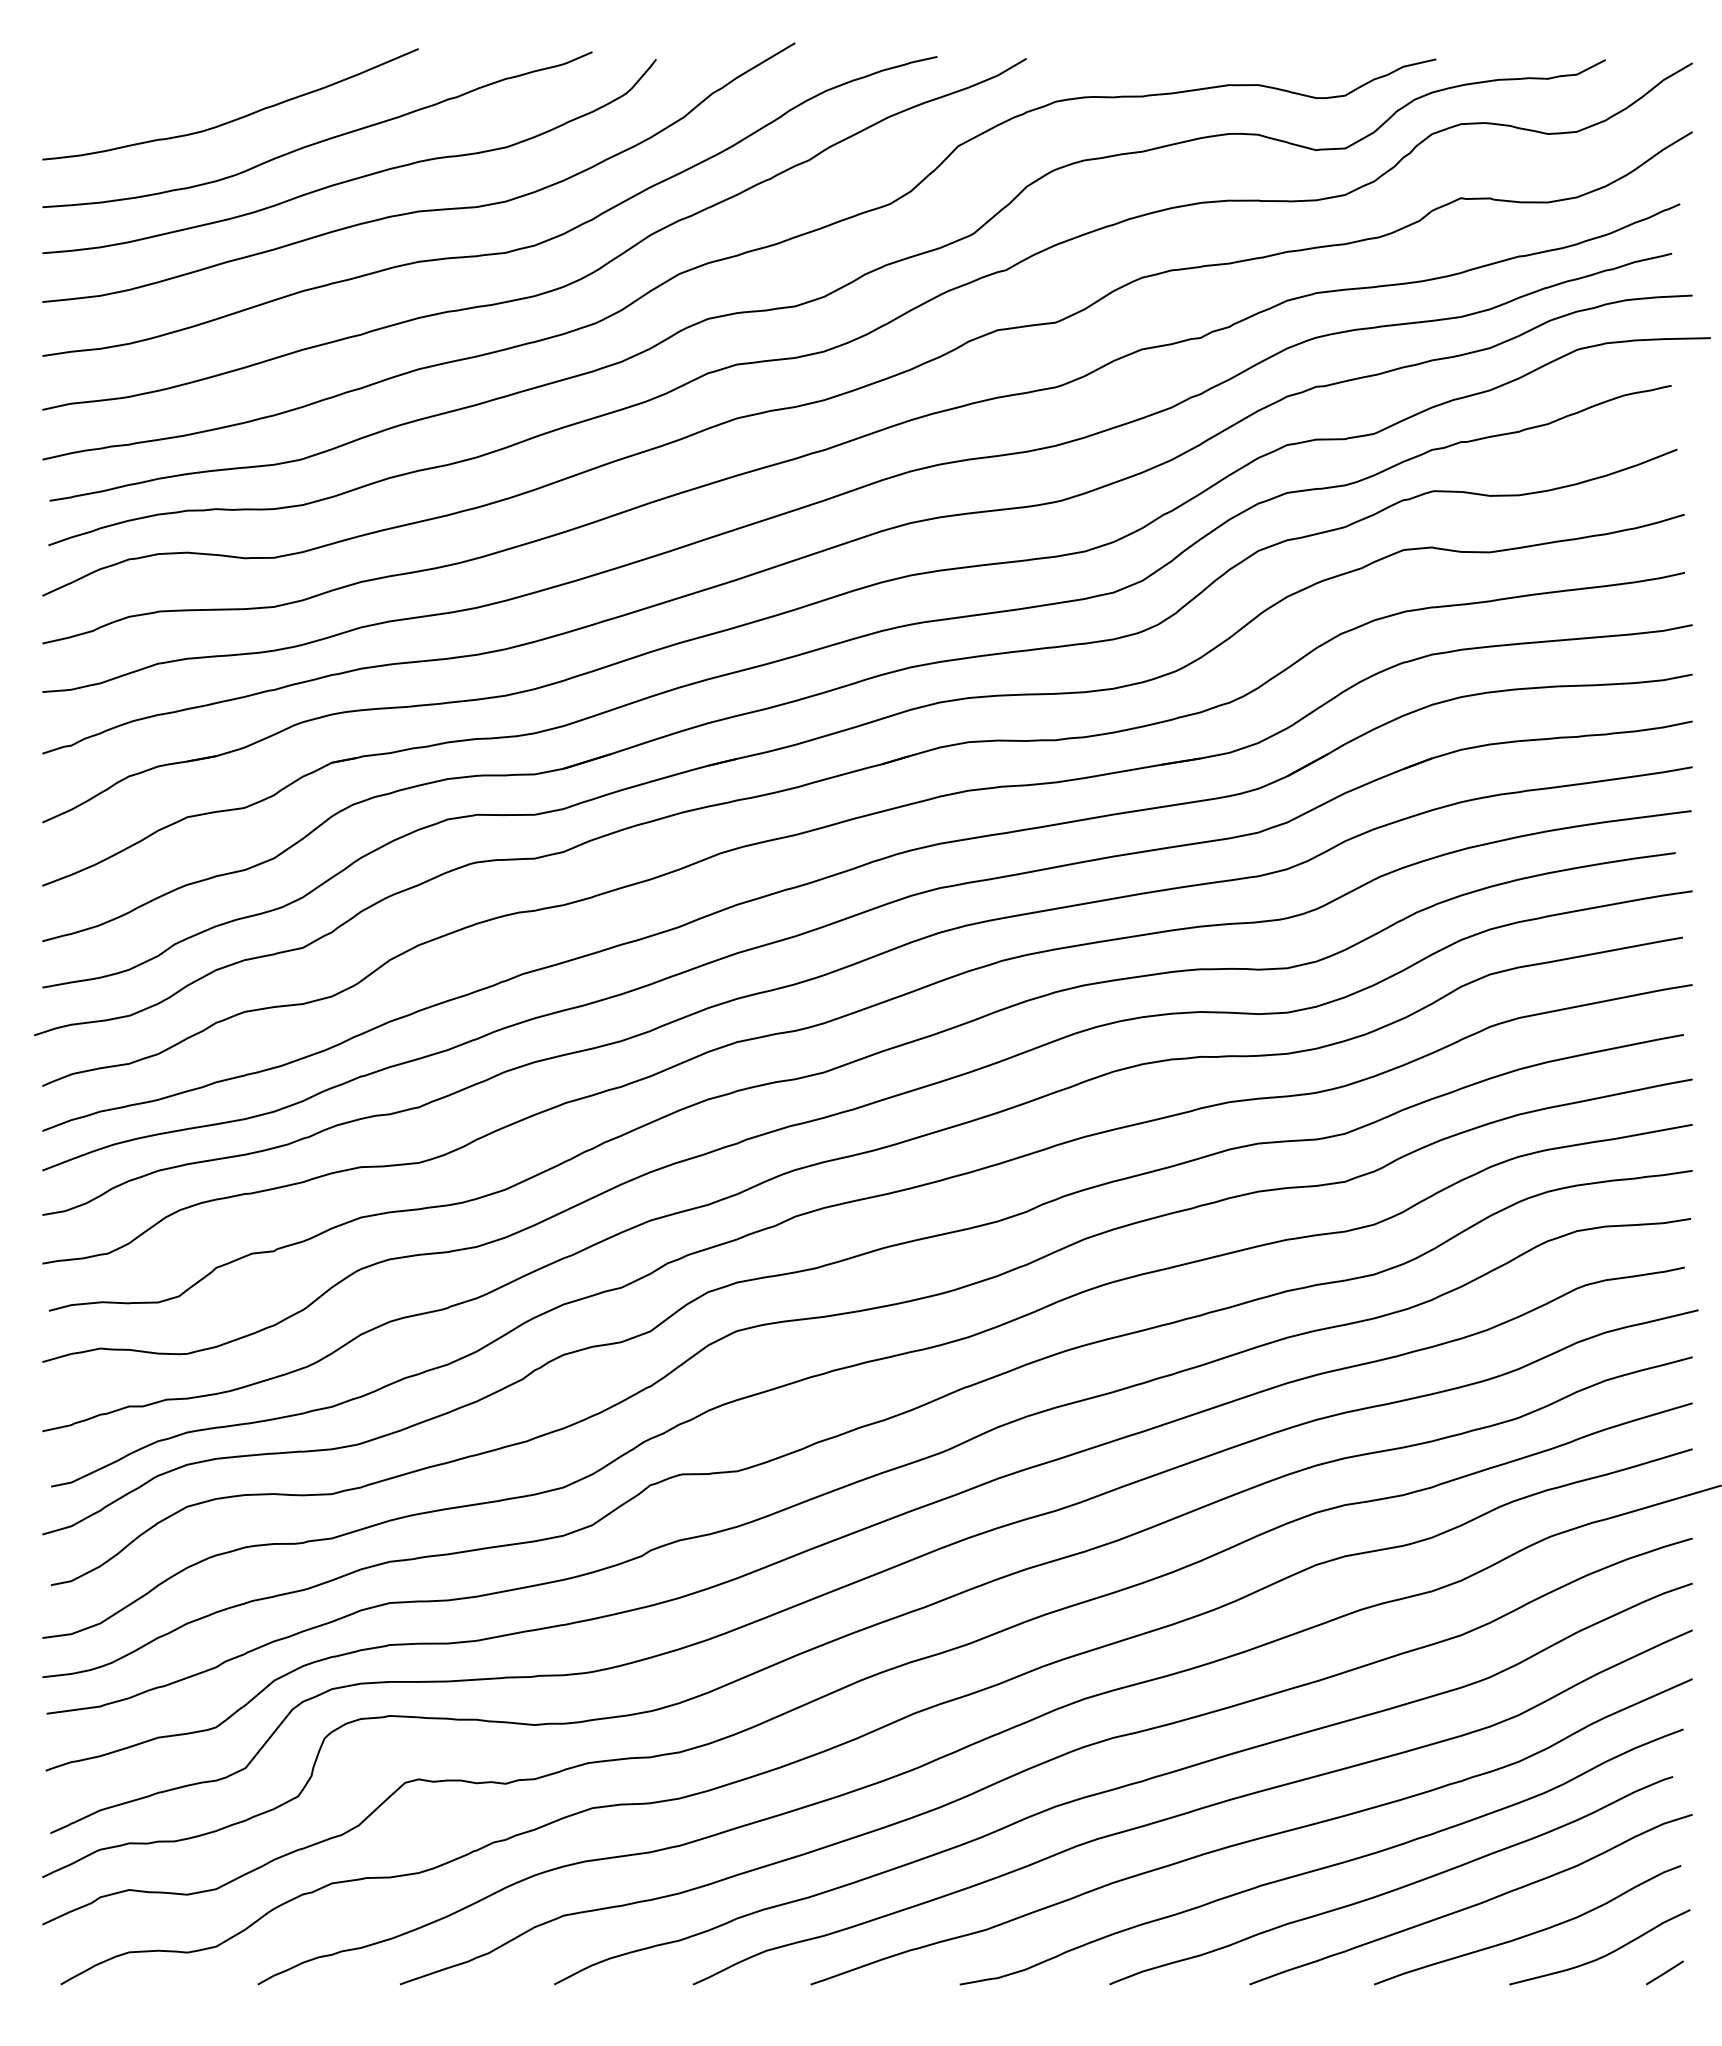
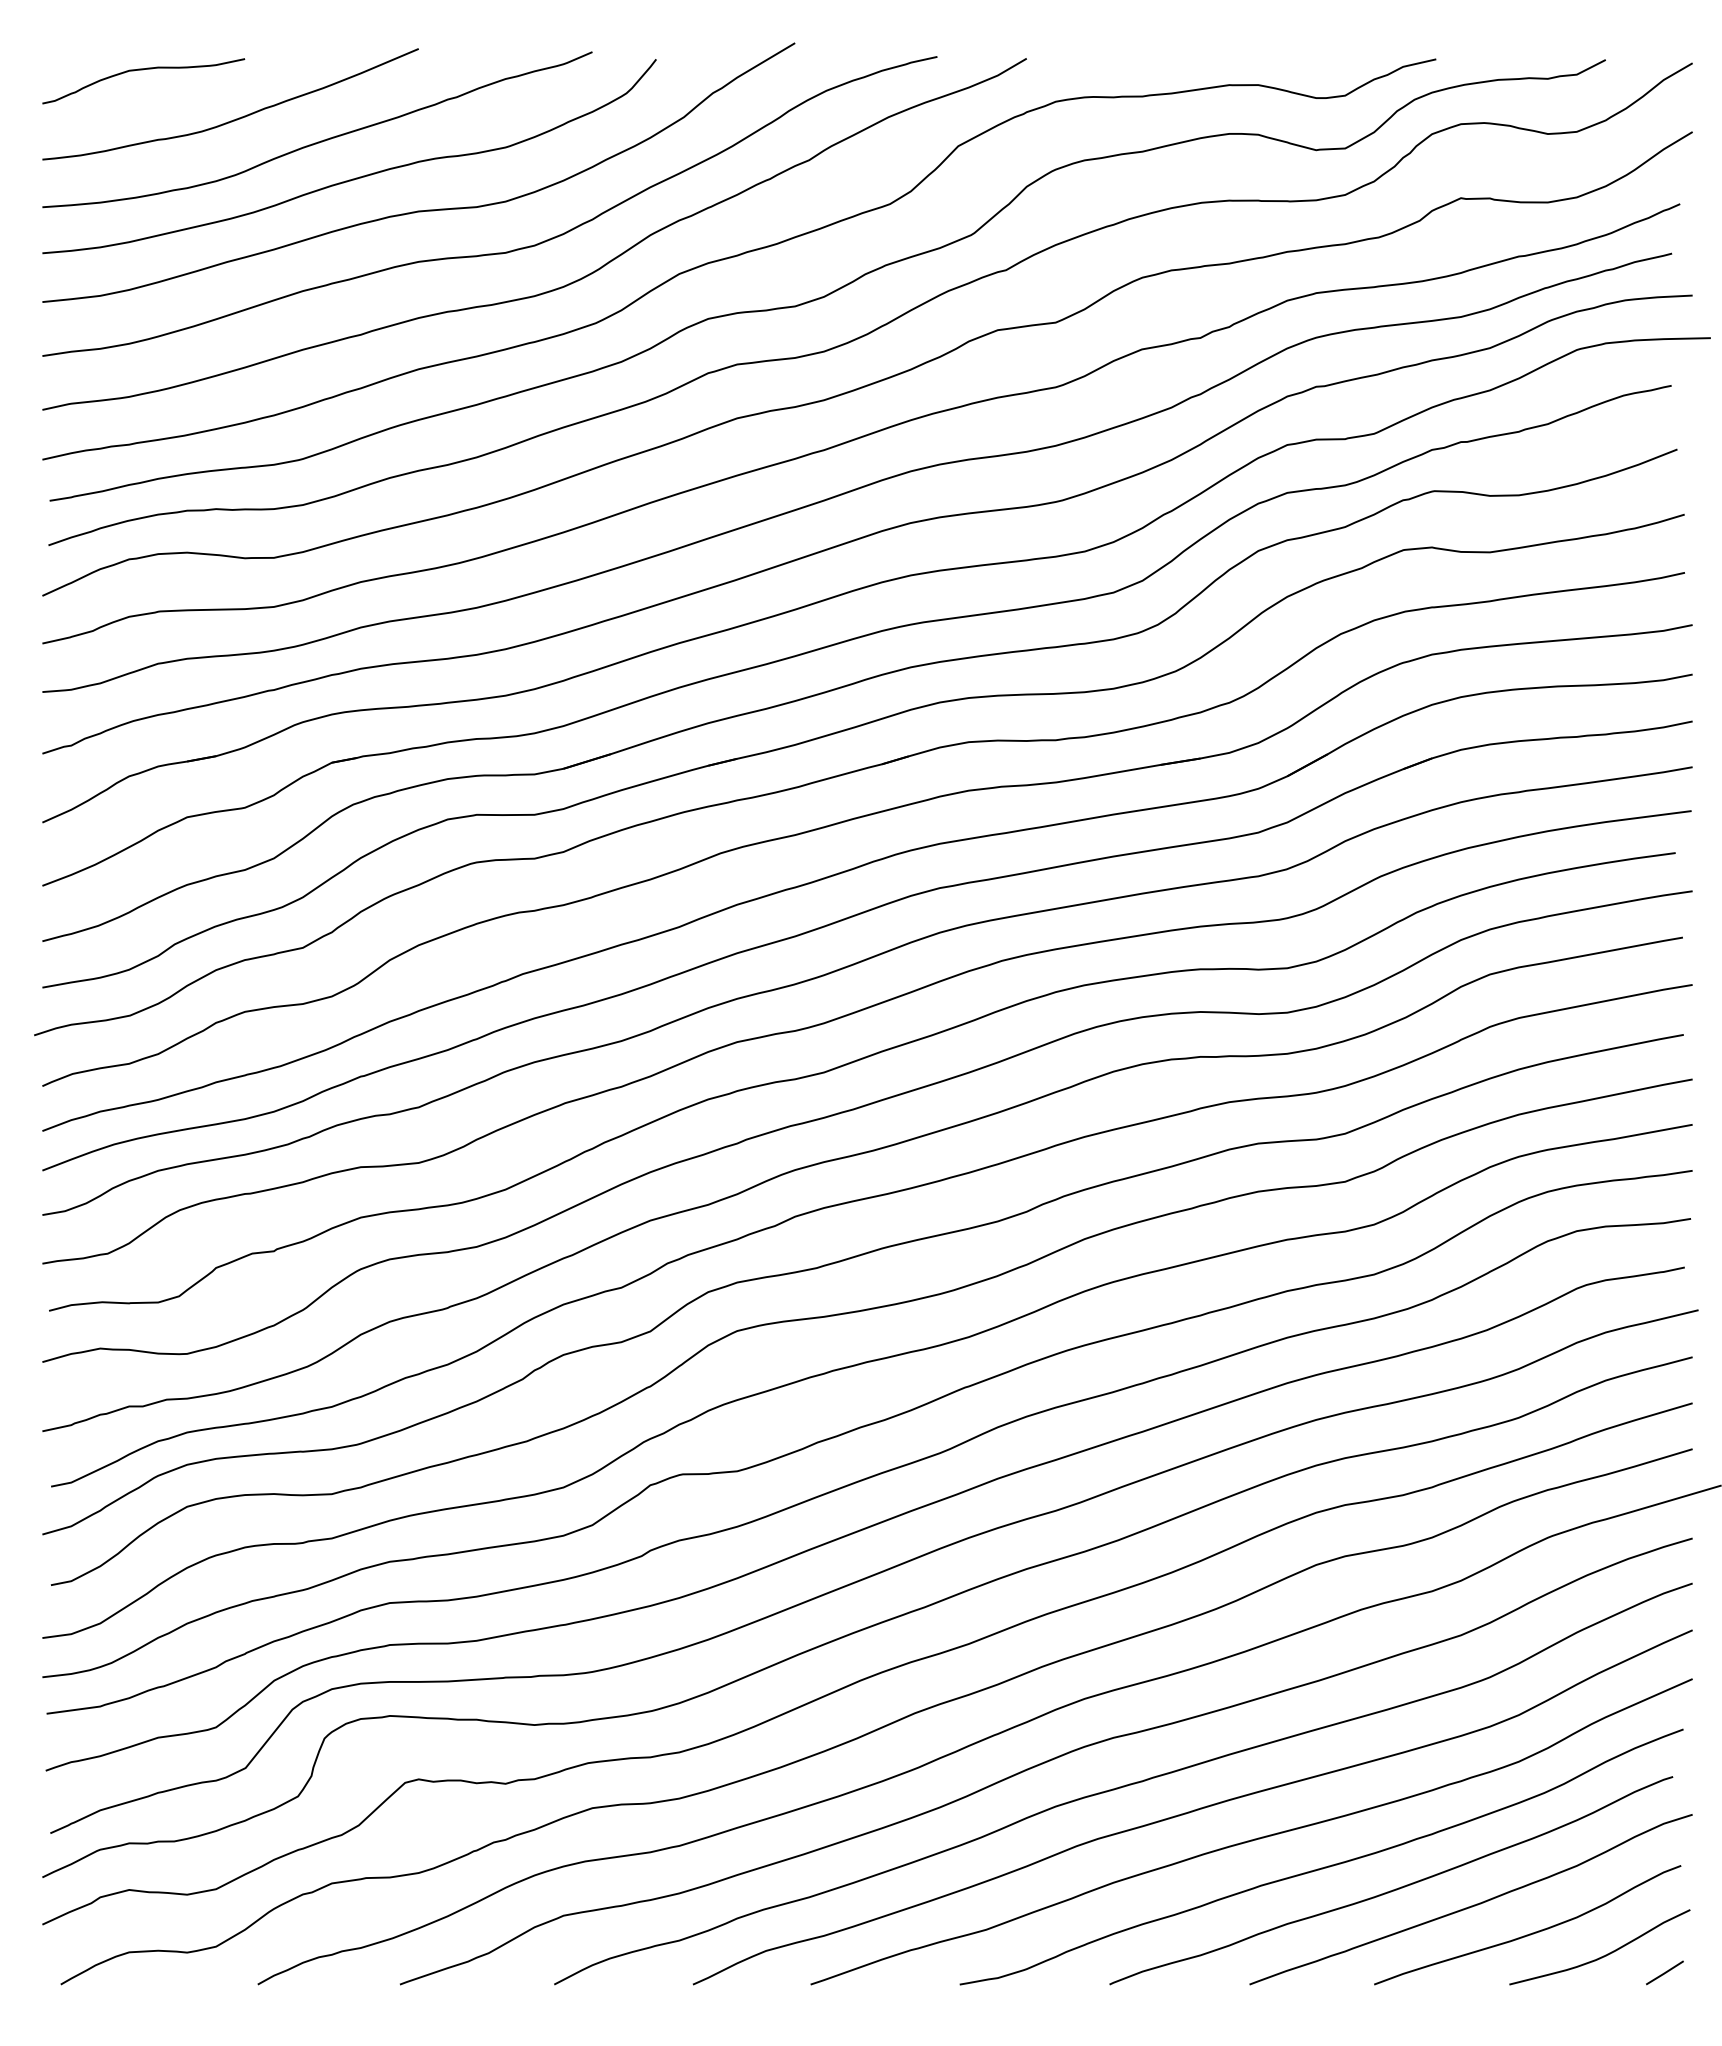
curve at (143, 70): none -> present
